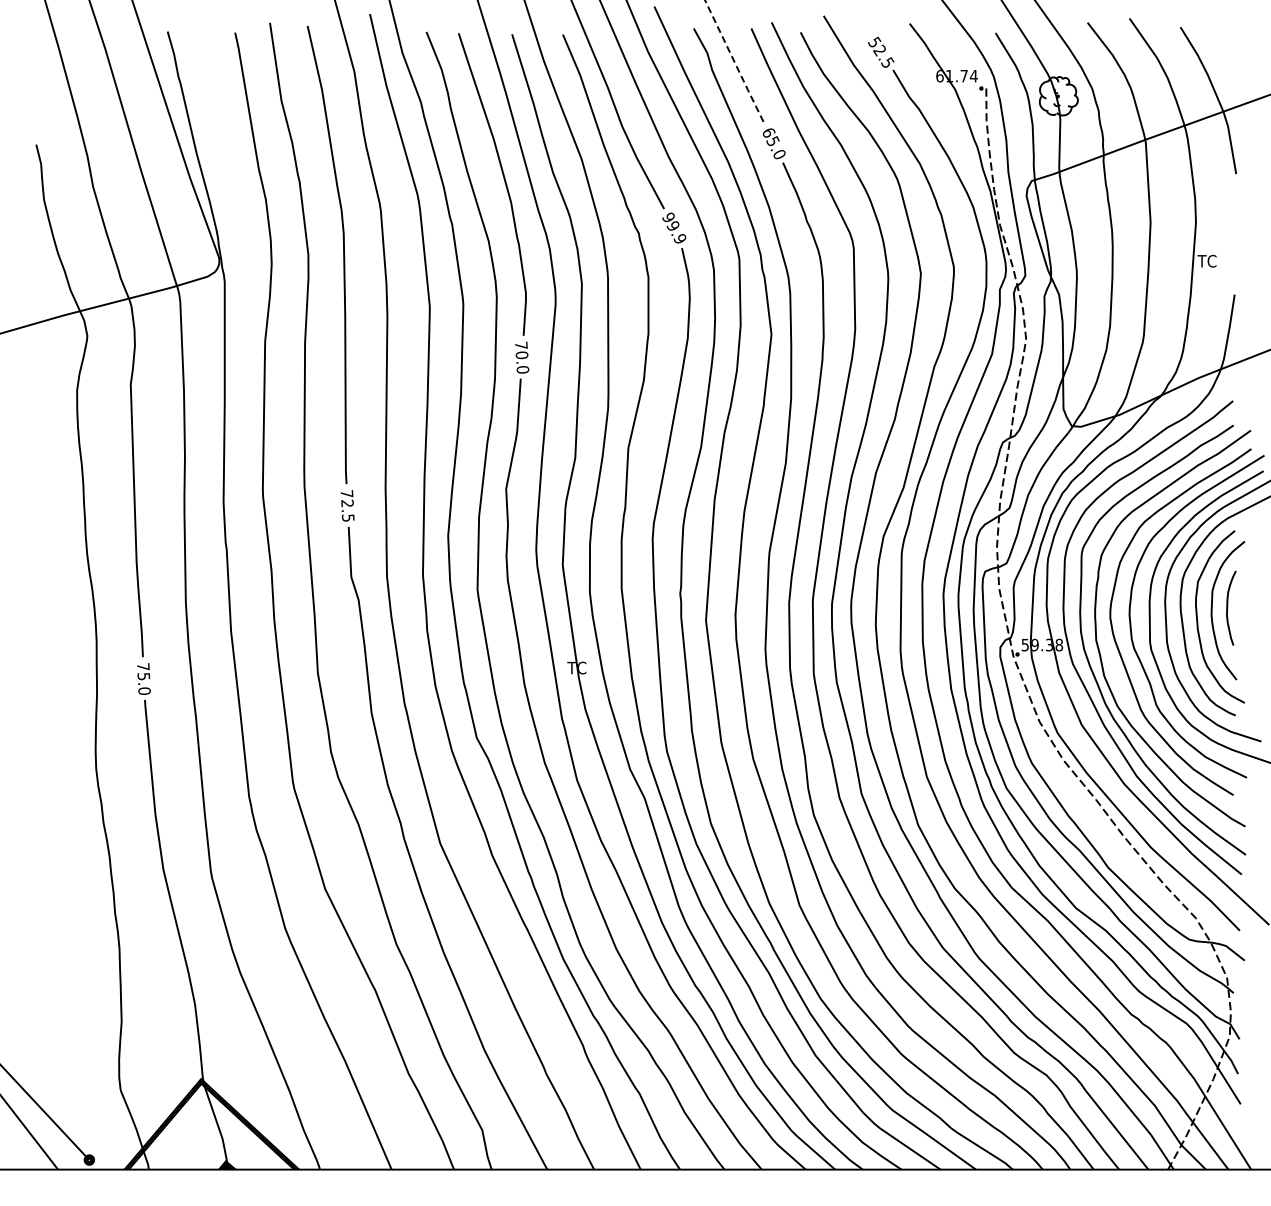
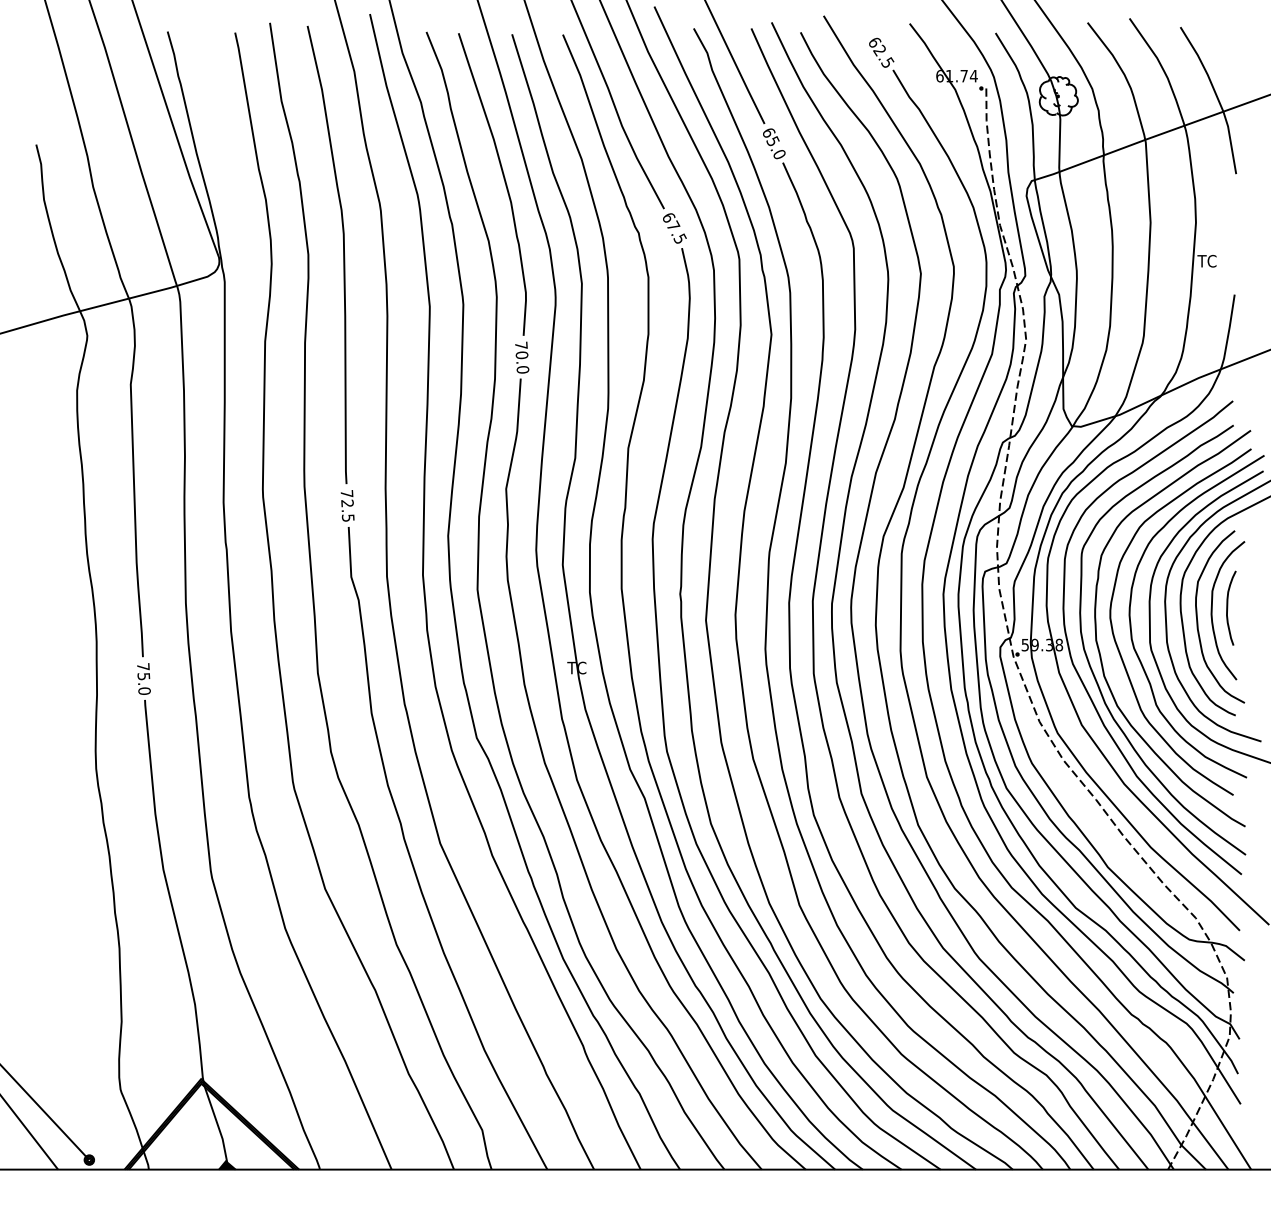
text at (874, 41): 52.5 -> 62.5
line at (735, 63): dashed -> solid
text at (674, 227): 99.9 -> 67.5
